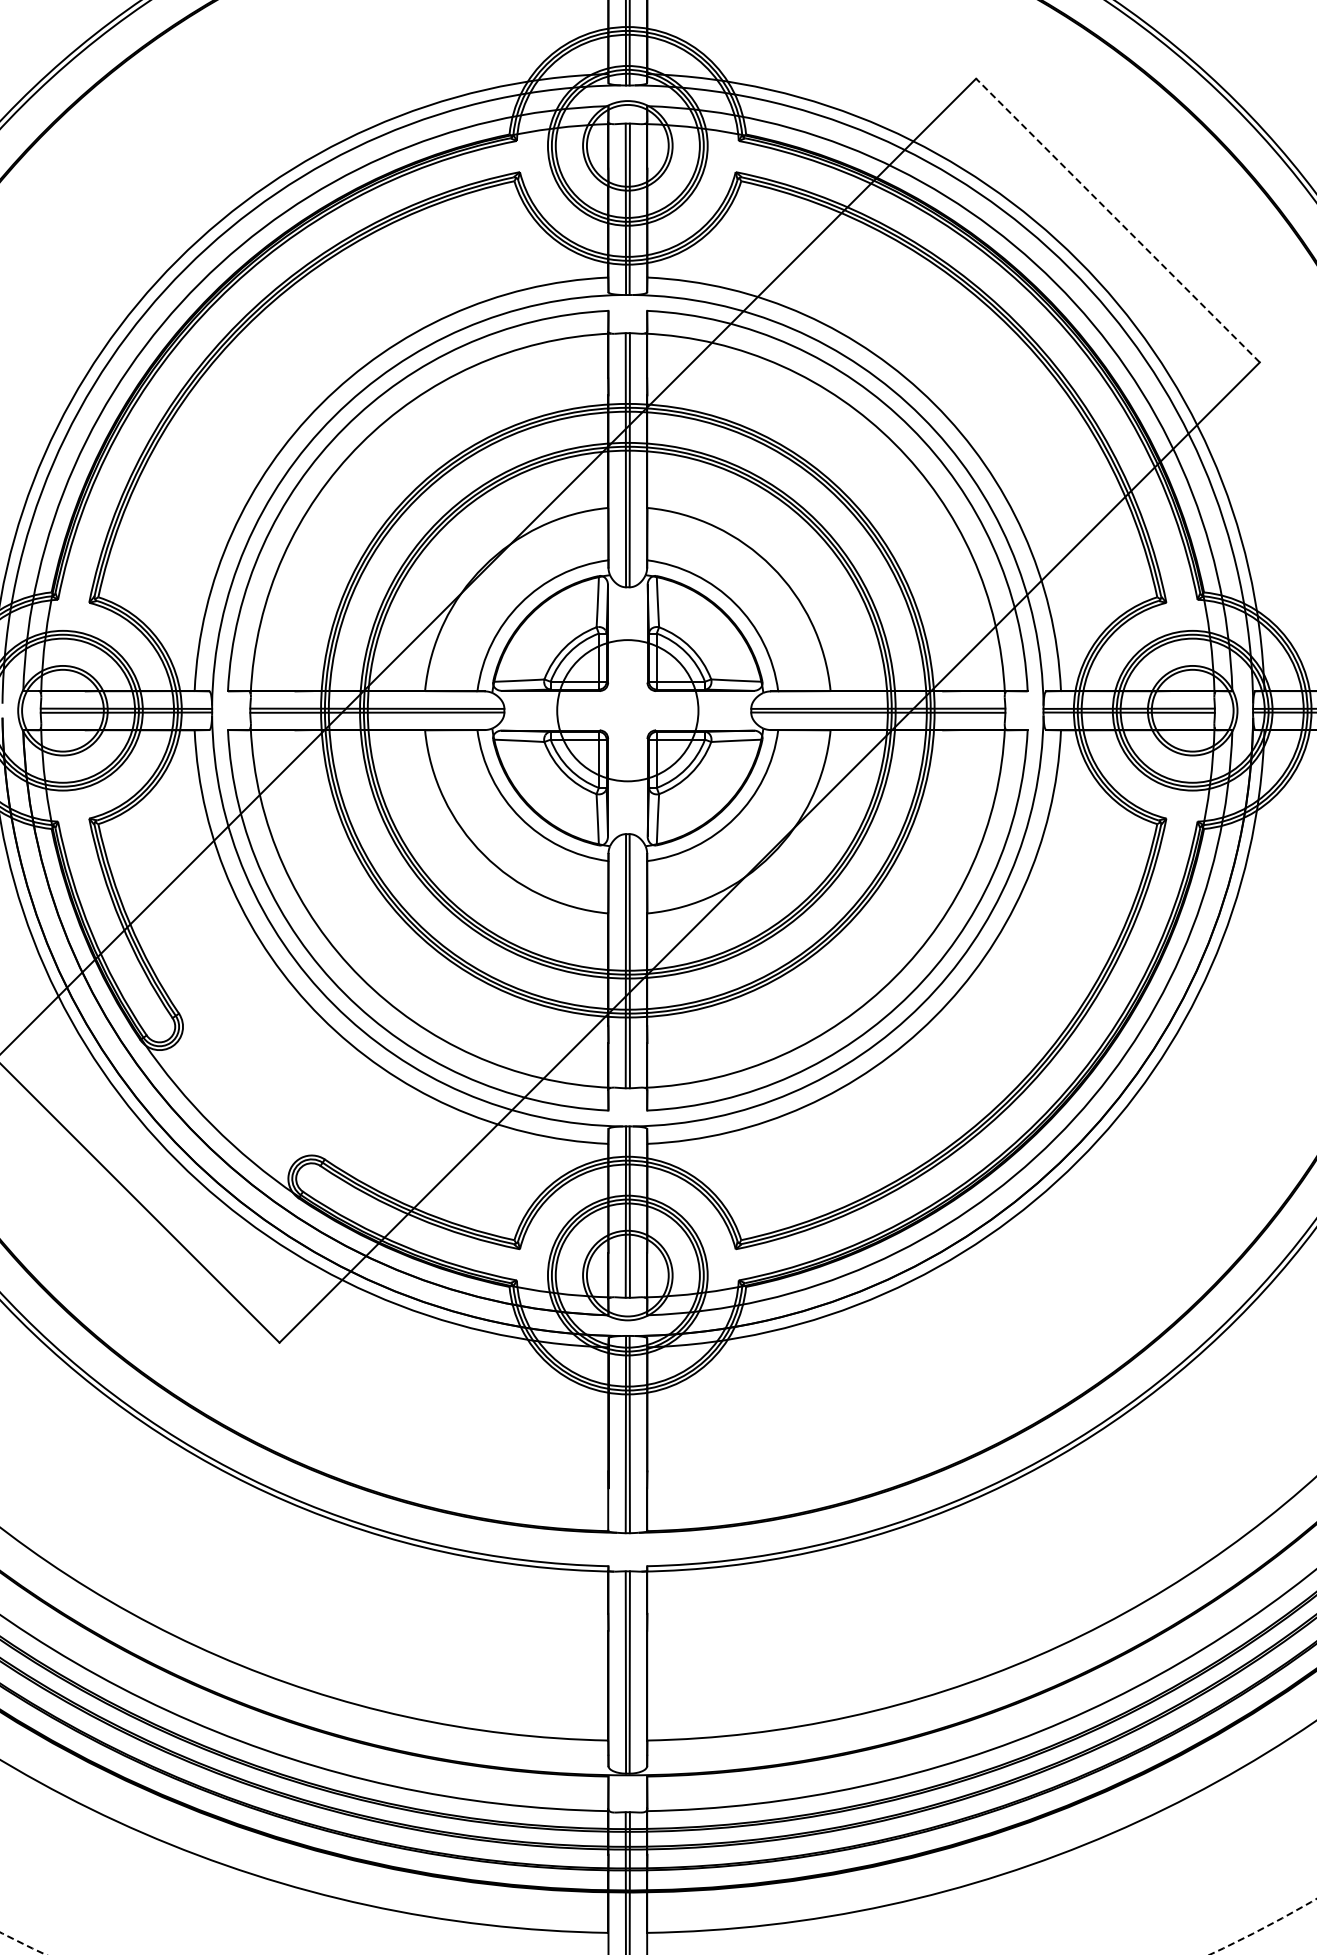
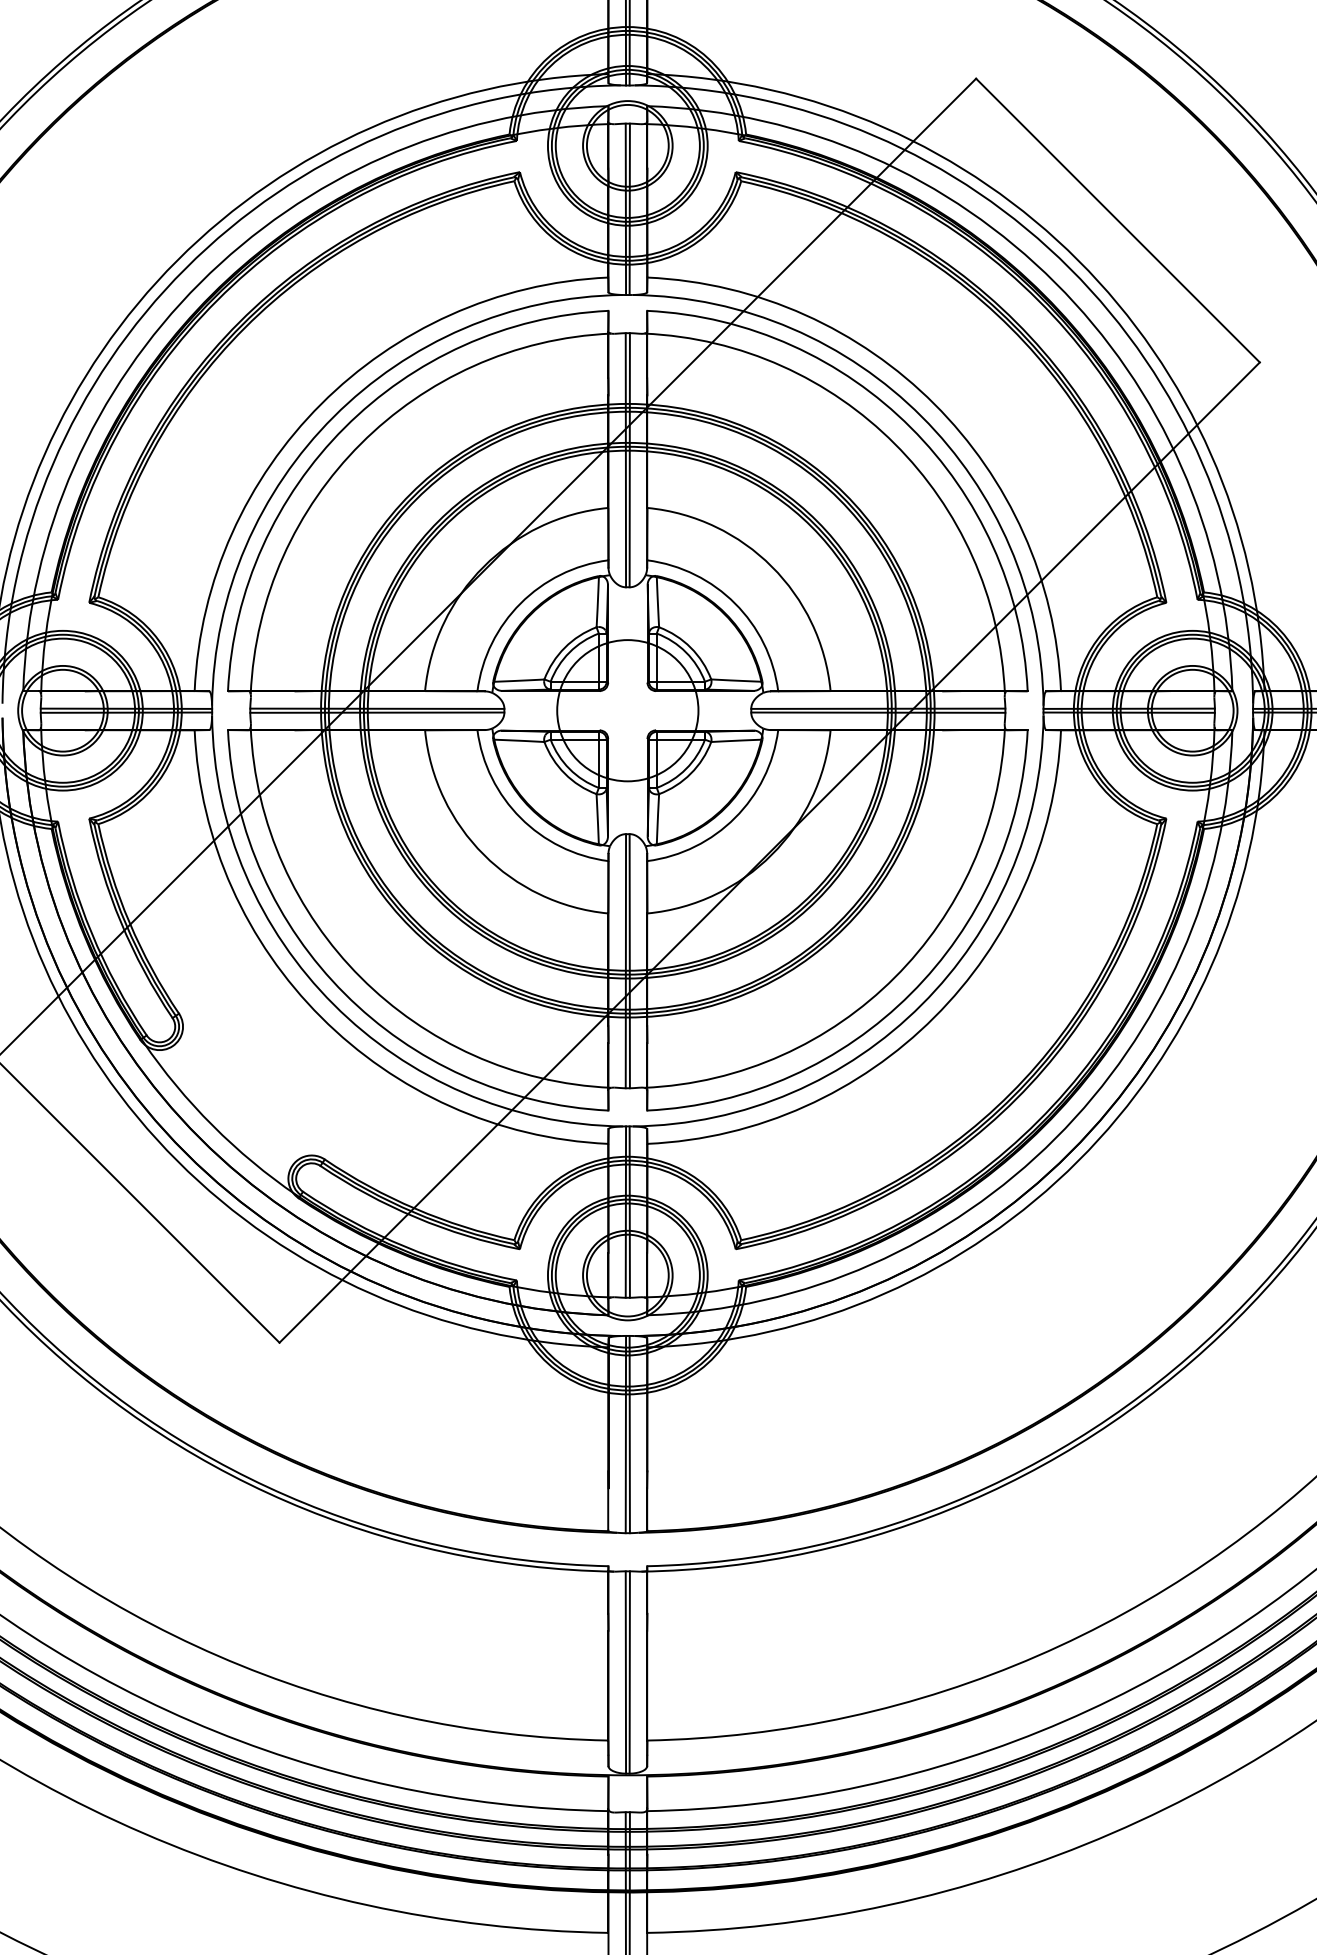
line at (1117, 220): dashed -> solid
circle at (658, 1926): dashed -> solid
